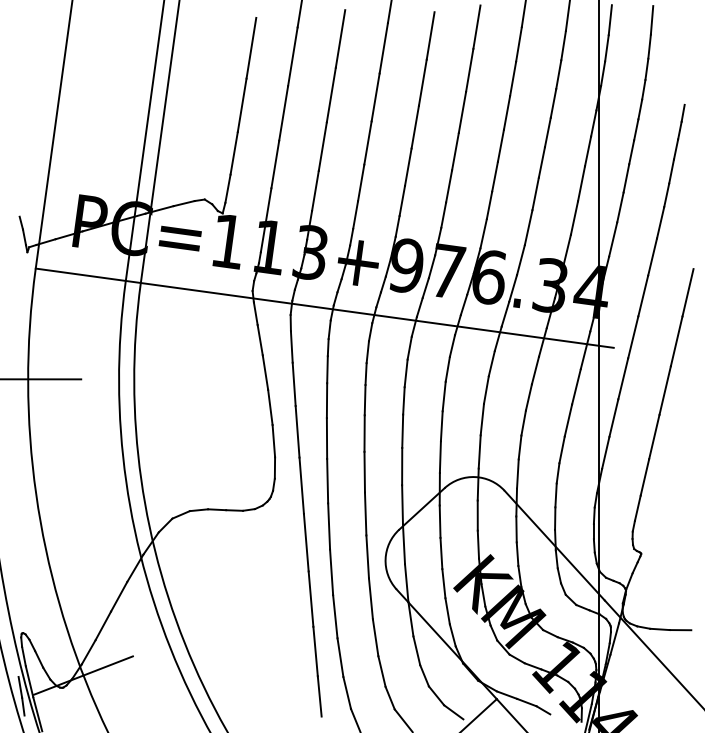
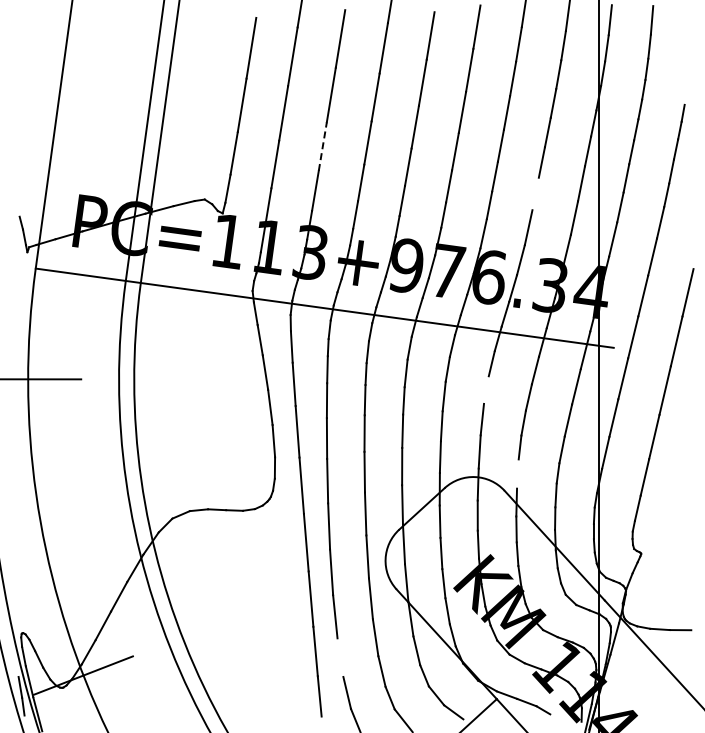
line at (322, 146): solid -> dashed
line at (535, 193): present -> none
line at (485, 389): present -> none
line at (517, 473): present -> none
line at (340, 657): present -> none
